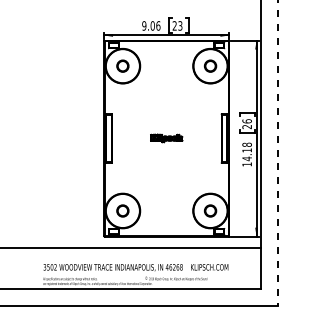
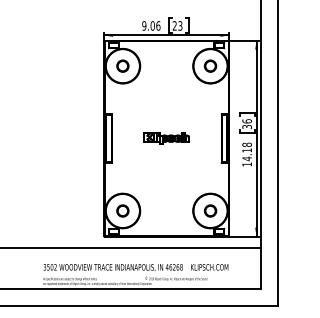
text at (247, 127): 26 -> 36
part at (166, 138) size: 34x11 px -> 48x13 px
line at (278, 153): dashed -> solid
